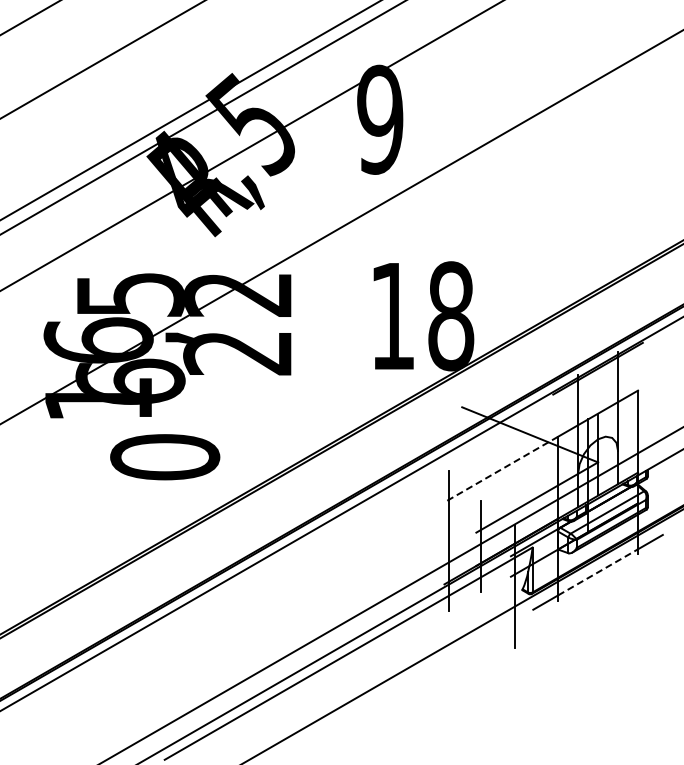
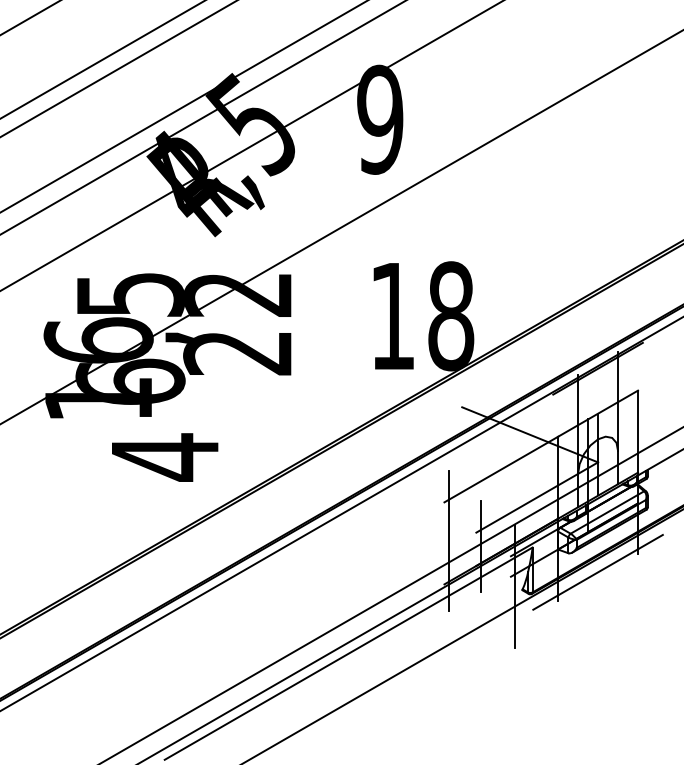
line at (118, 69): none -> present
line at (189, 110) position: (189, 110) -> (183, 106)
text at (165, 457): 0 -> 4
line at (501, 469): dashed -> solid
line at (598, 572): dashed -> solid
